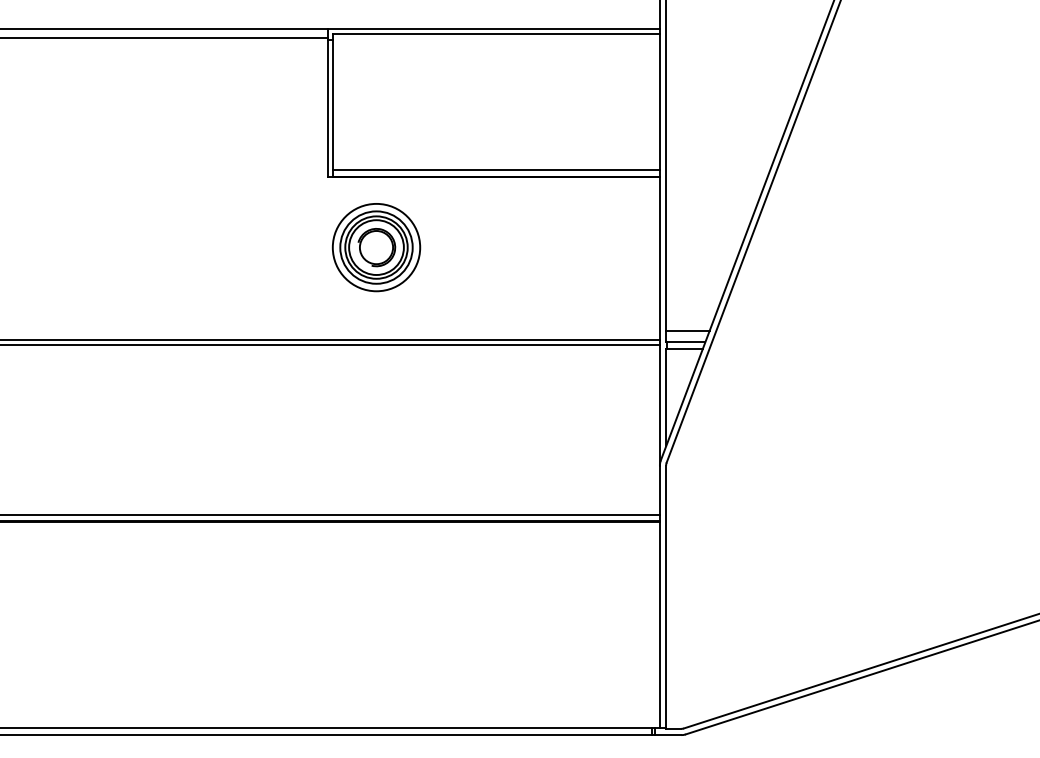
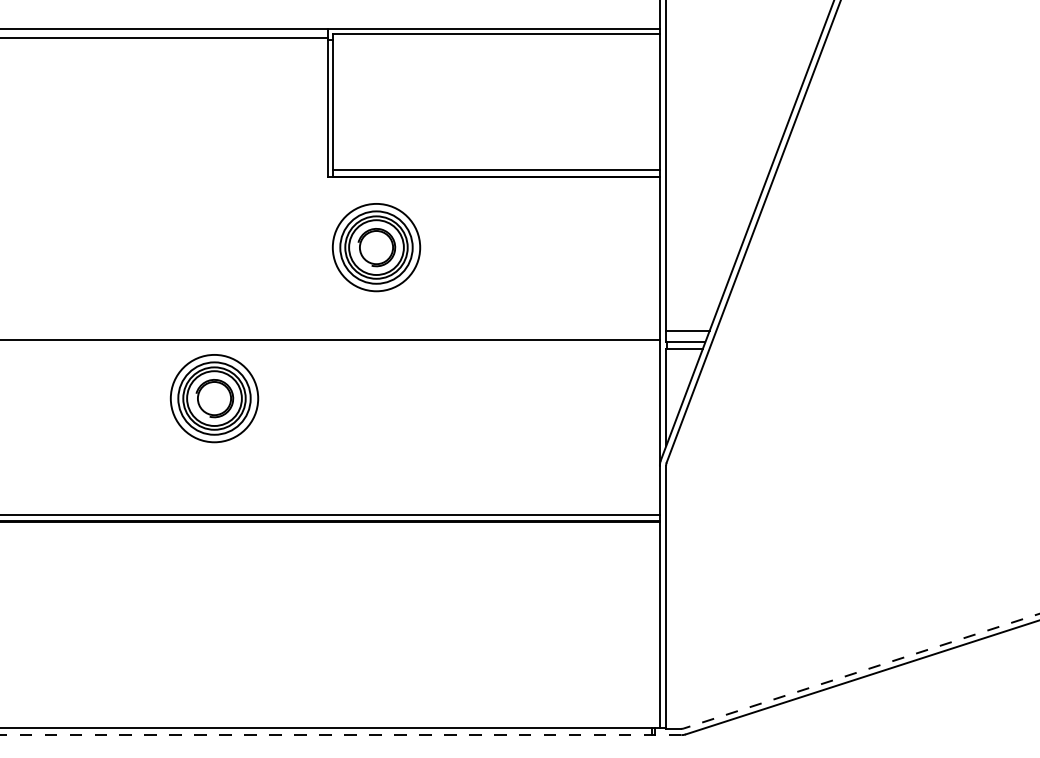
line at (330, 344): present -> none
part at (214, 398): none -> present
line at (861, 671): solid -> dashed
line at (340, 735): solid -> dashed
